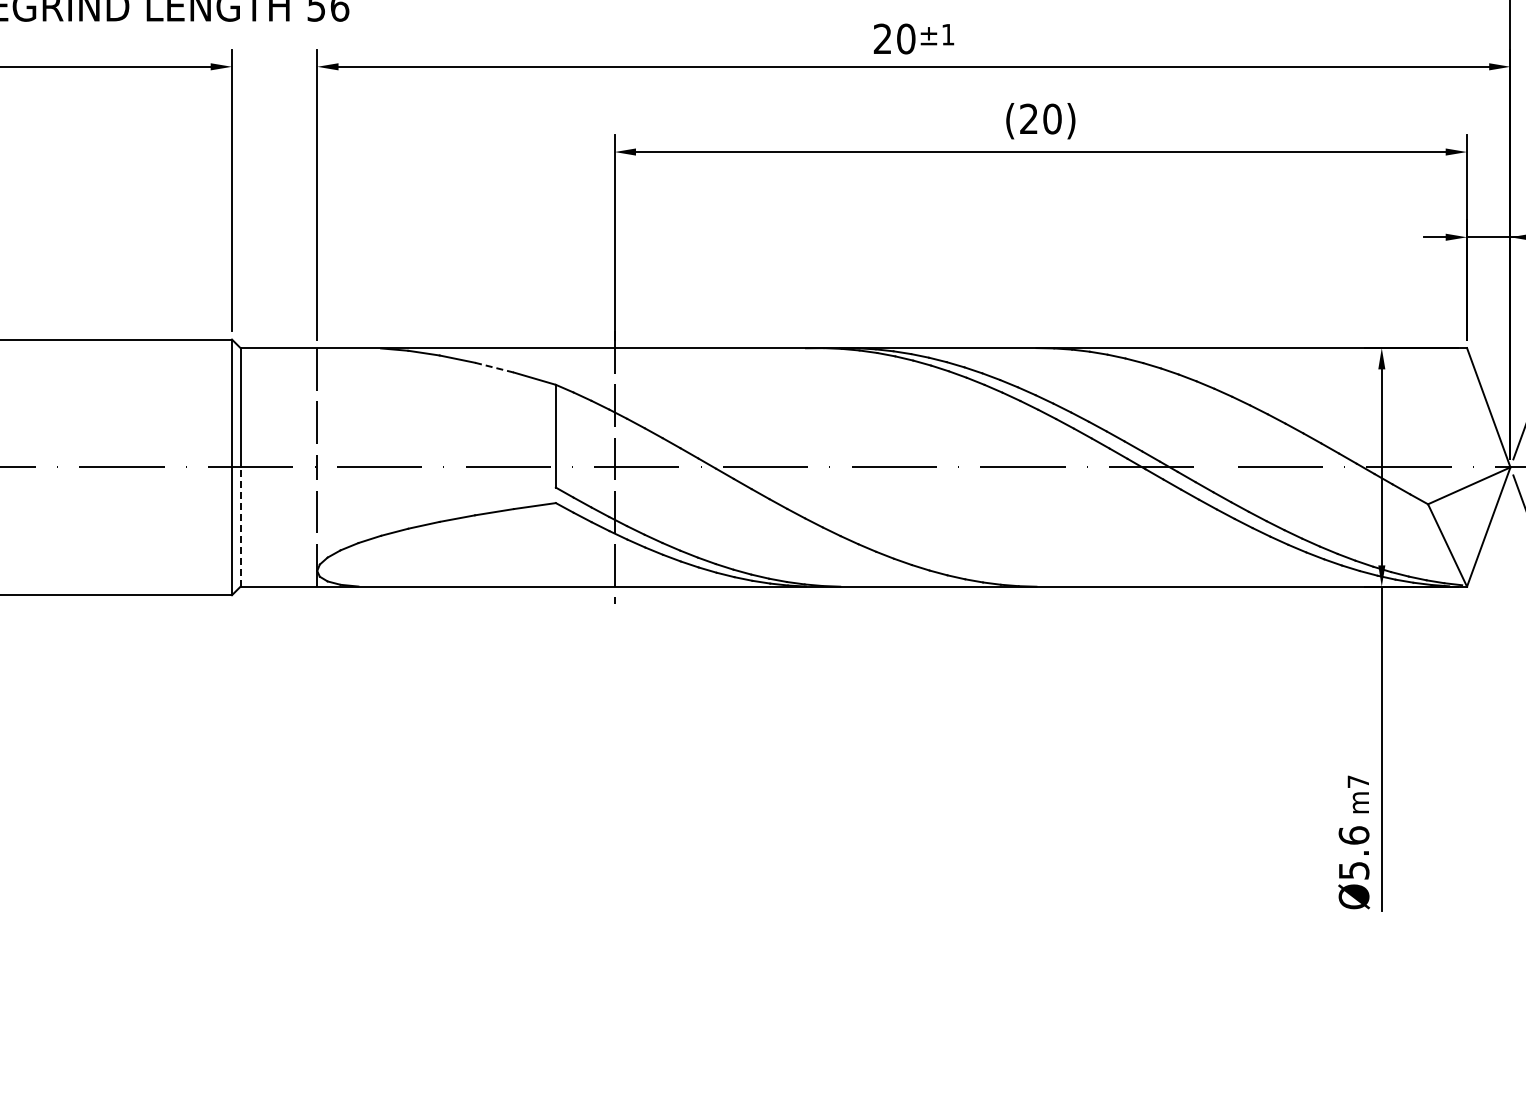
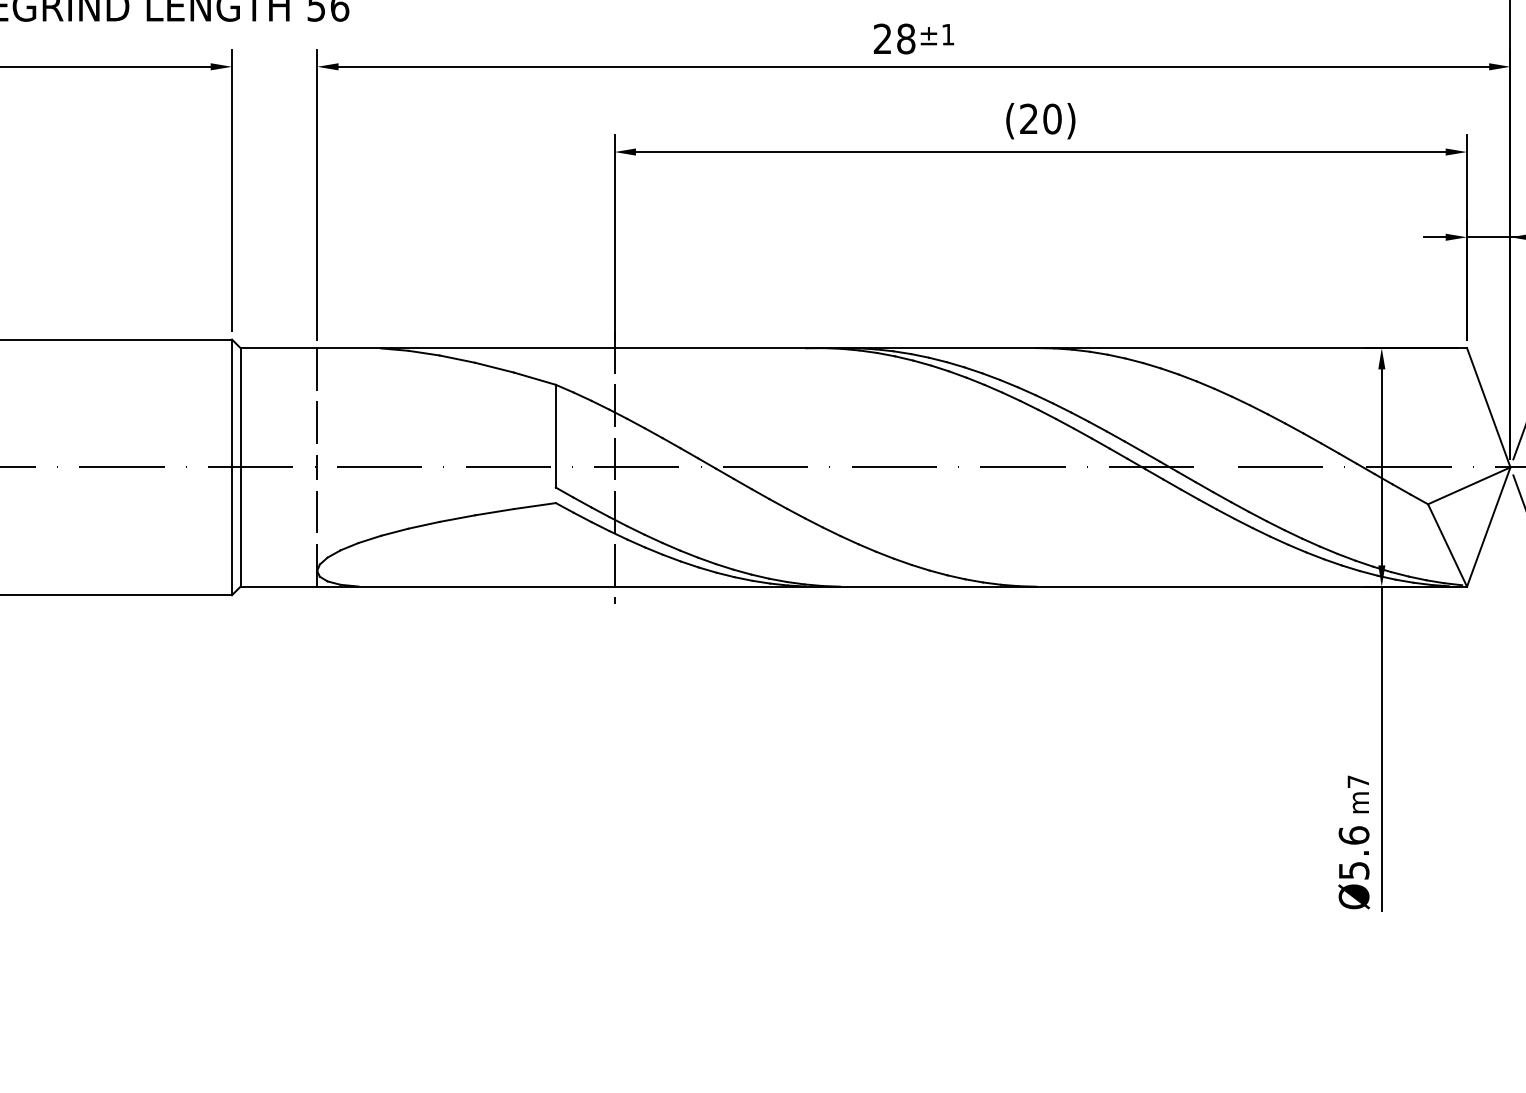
text at (906, 38): 20 -> 28
line at (494, 367): dashed -> solid
line at (240, 527): dashed -> solid
